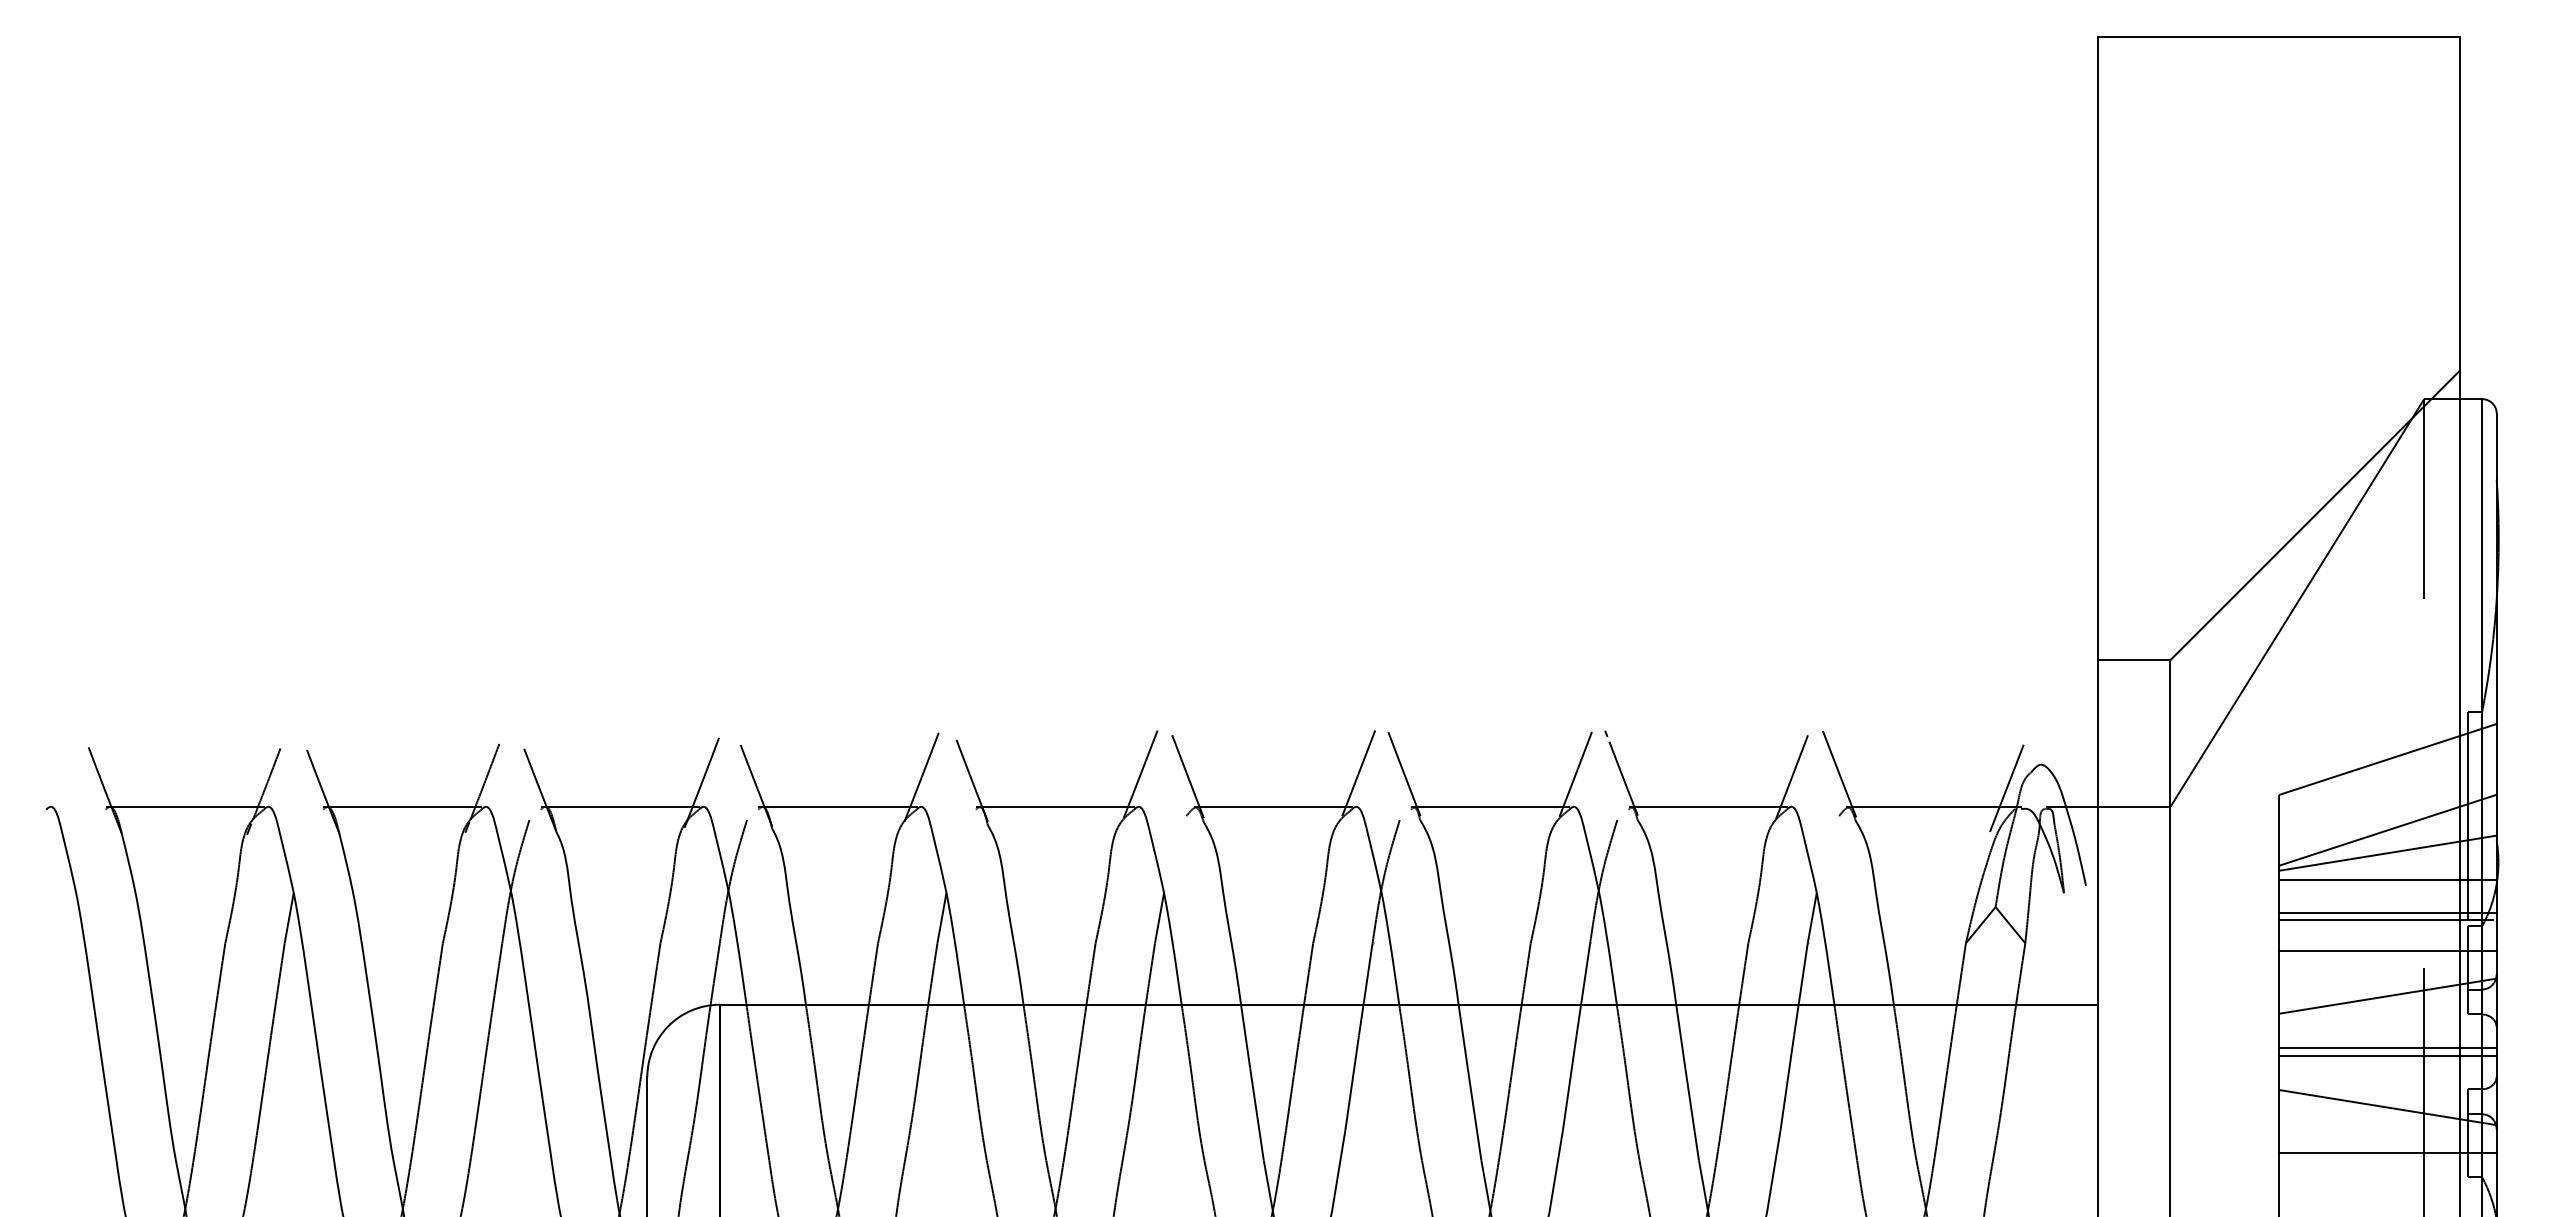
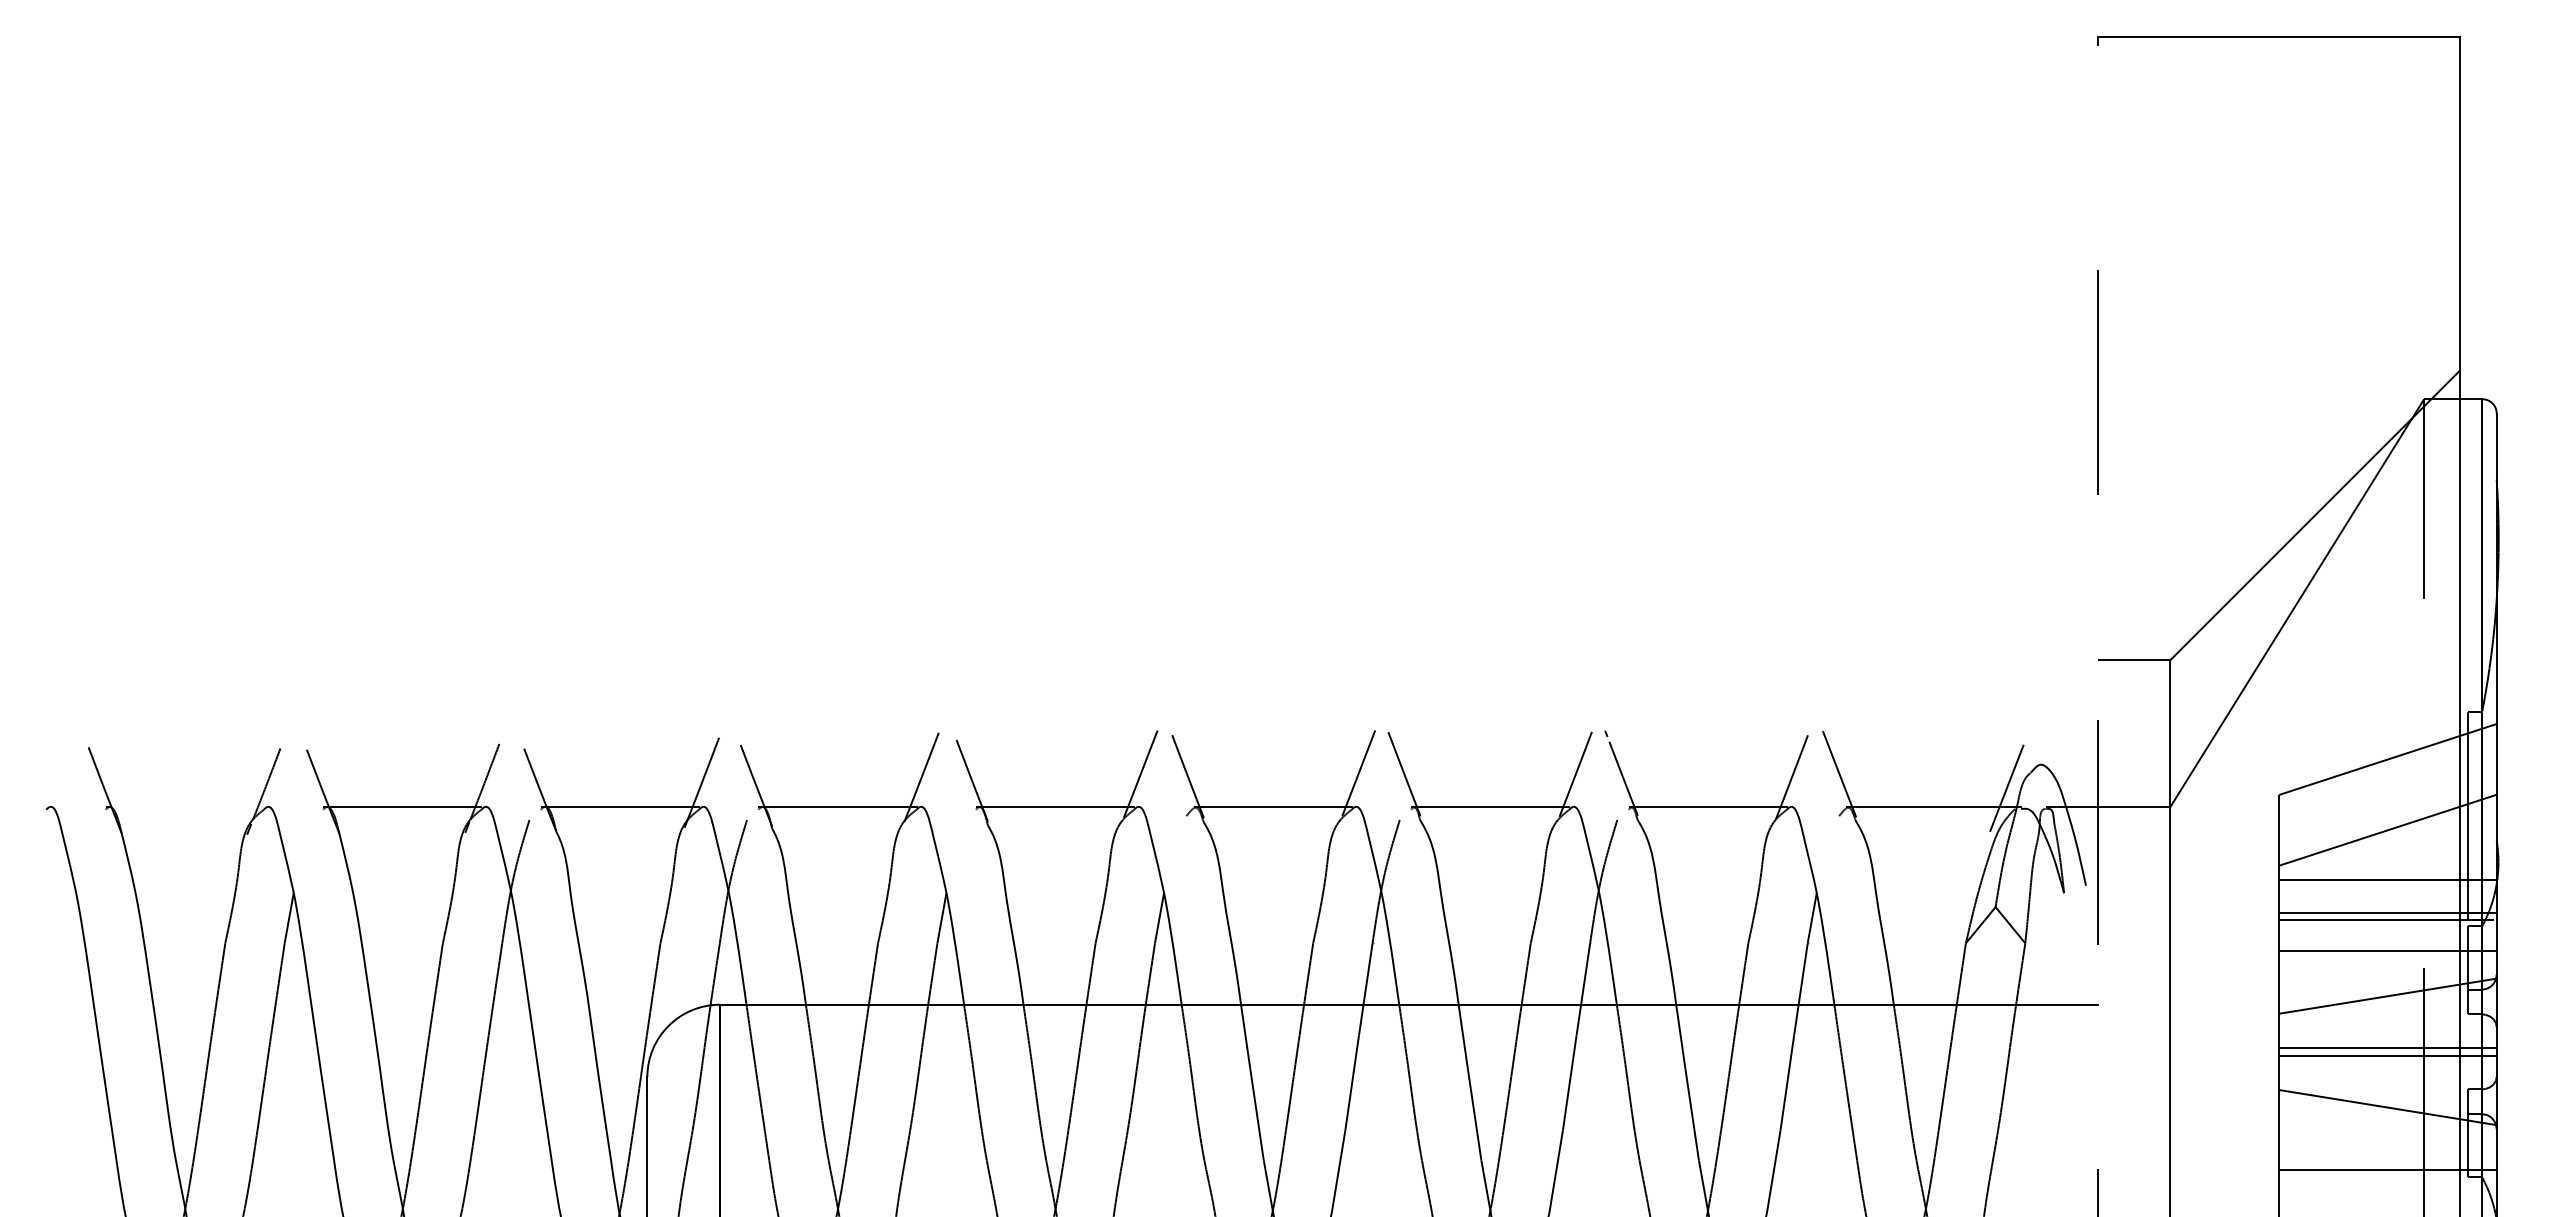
line at (2097, 626): solid -> dashed
line at (187, 807): present -> none
line at (2387, 852): present -> none
line at (2387, 1153) position: (2387, 1153) -> (2387, 1170)
